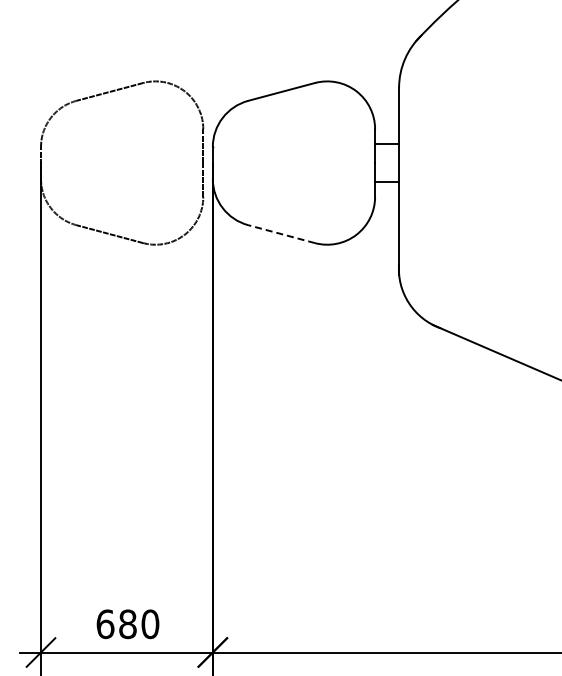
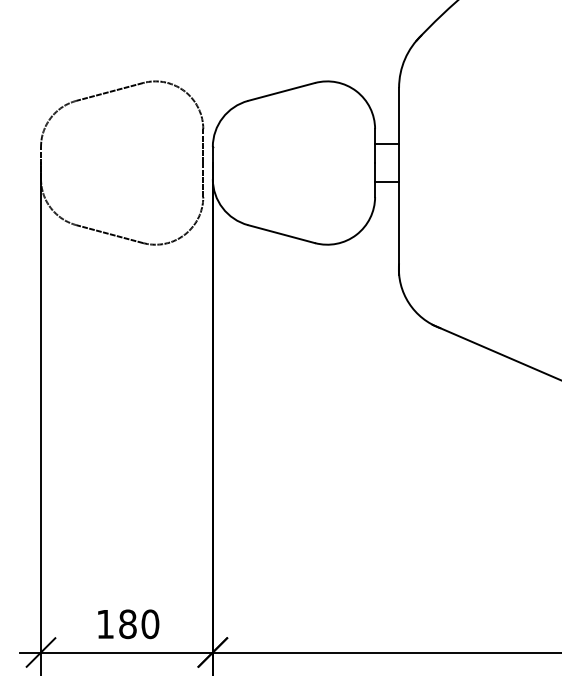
line at (281, 234): dashed -> solid
text at (105, 624): 680 -> 180
